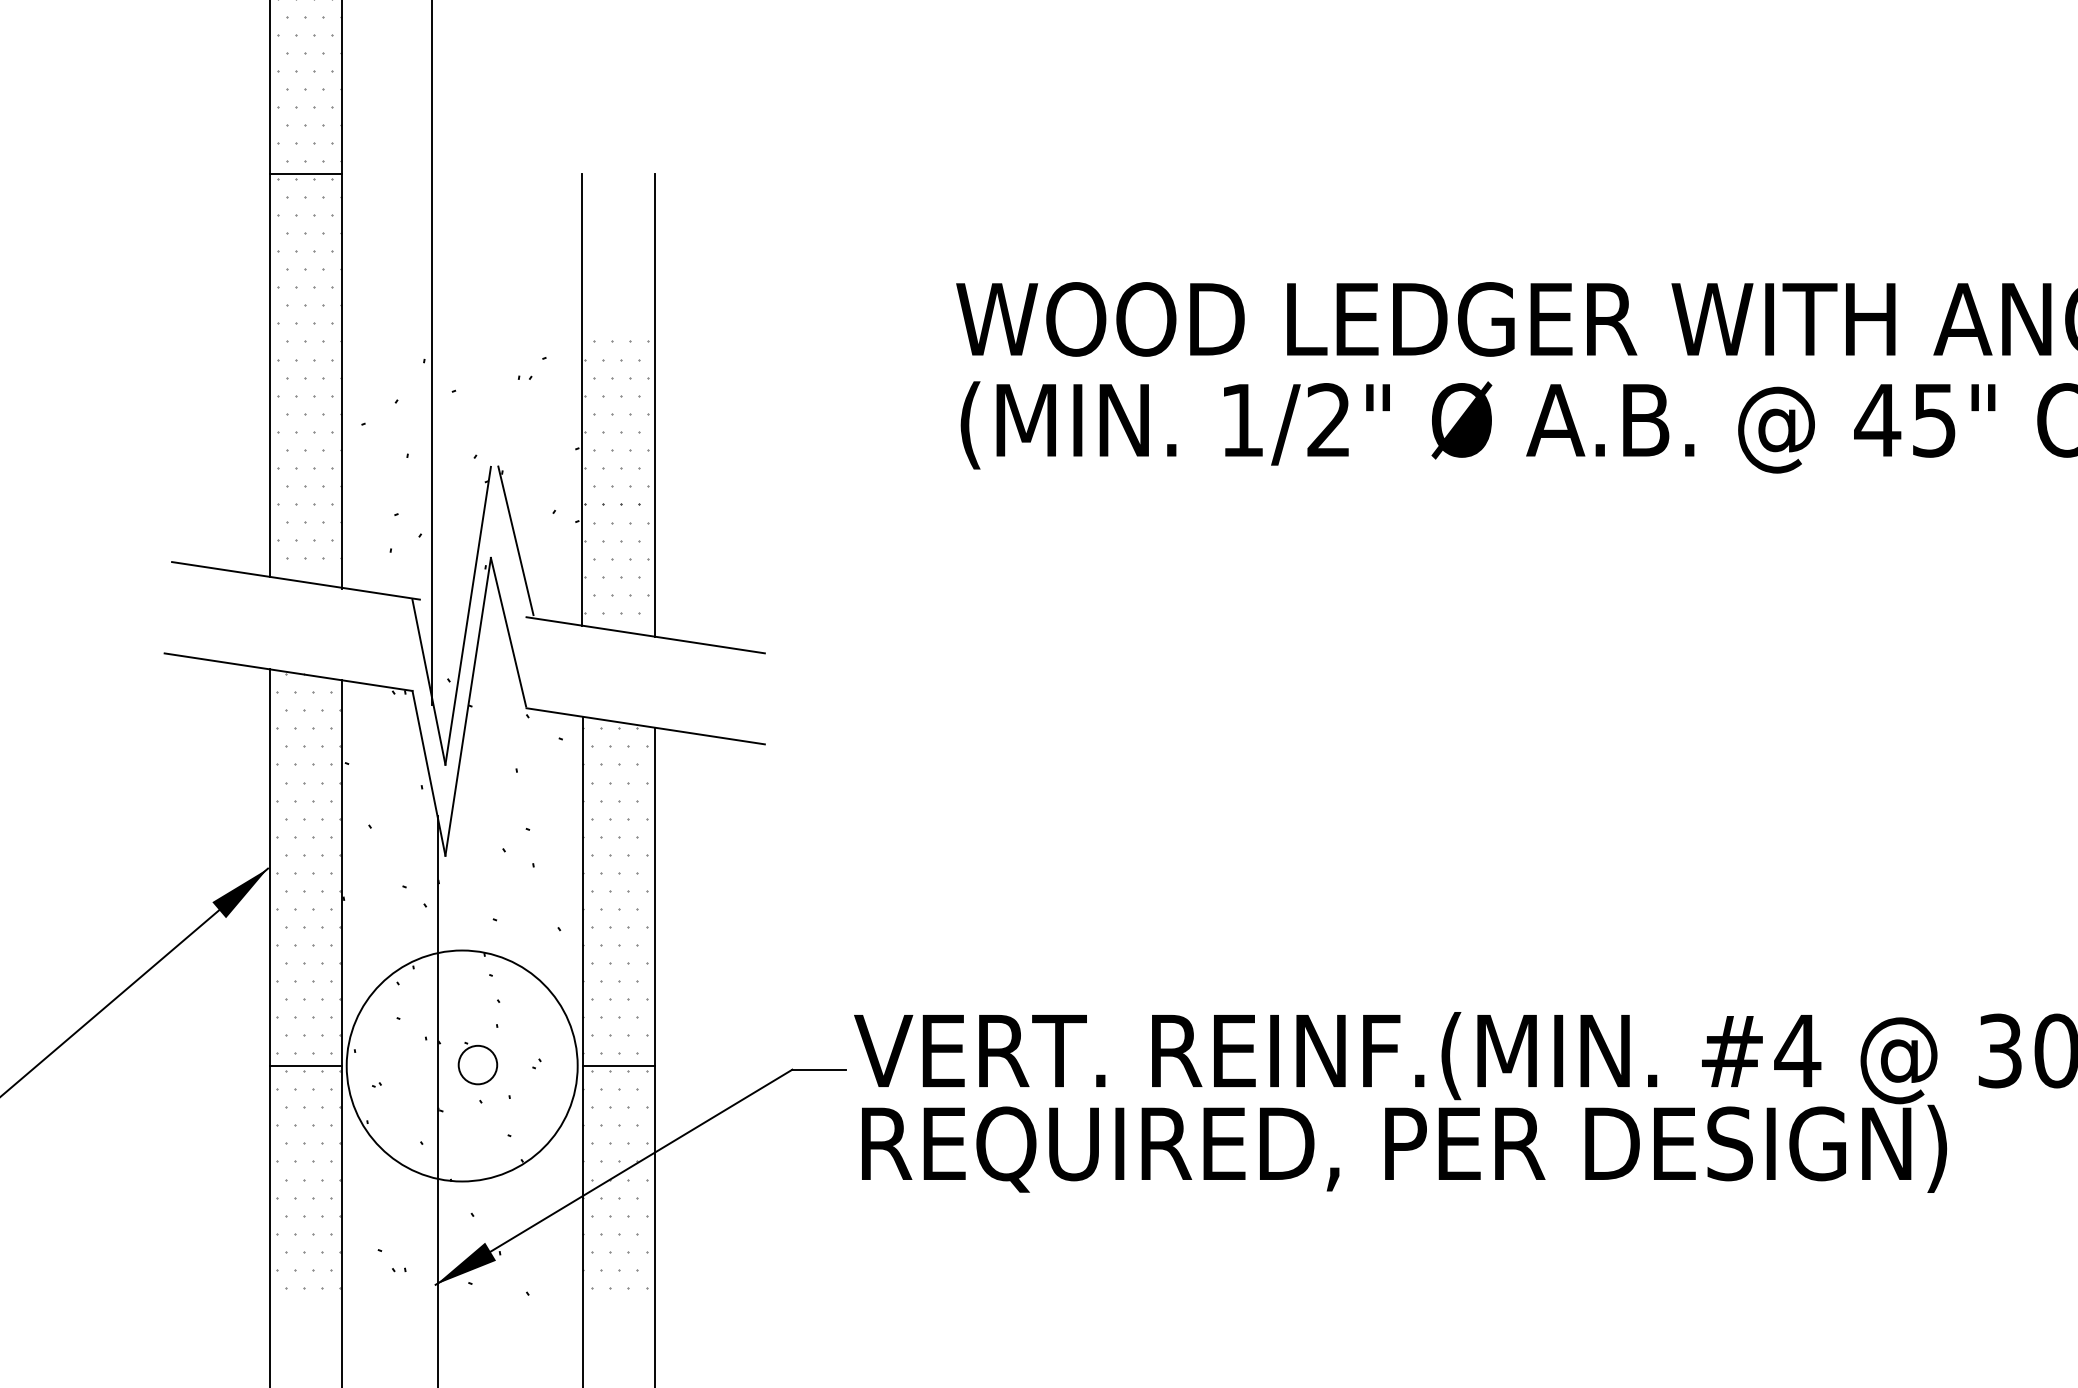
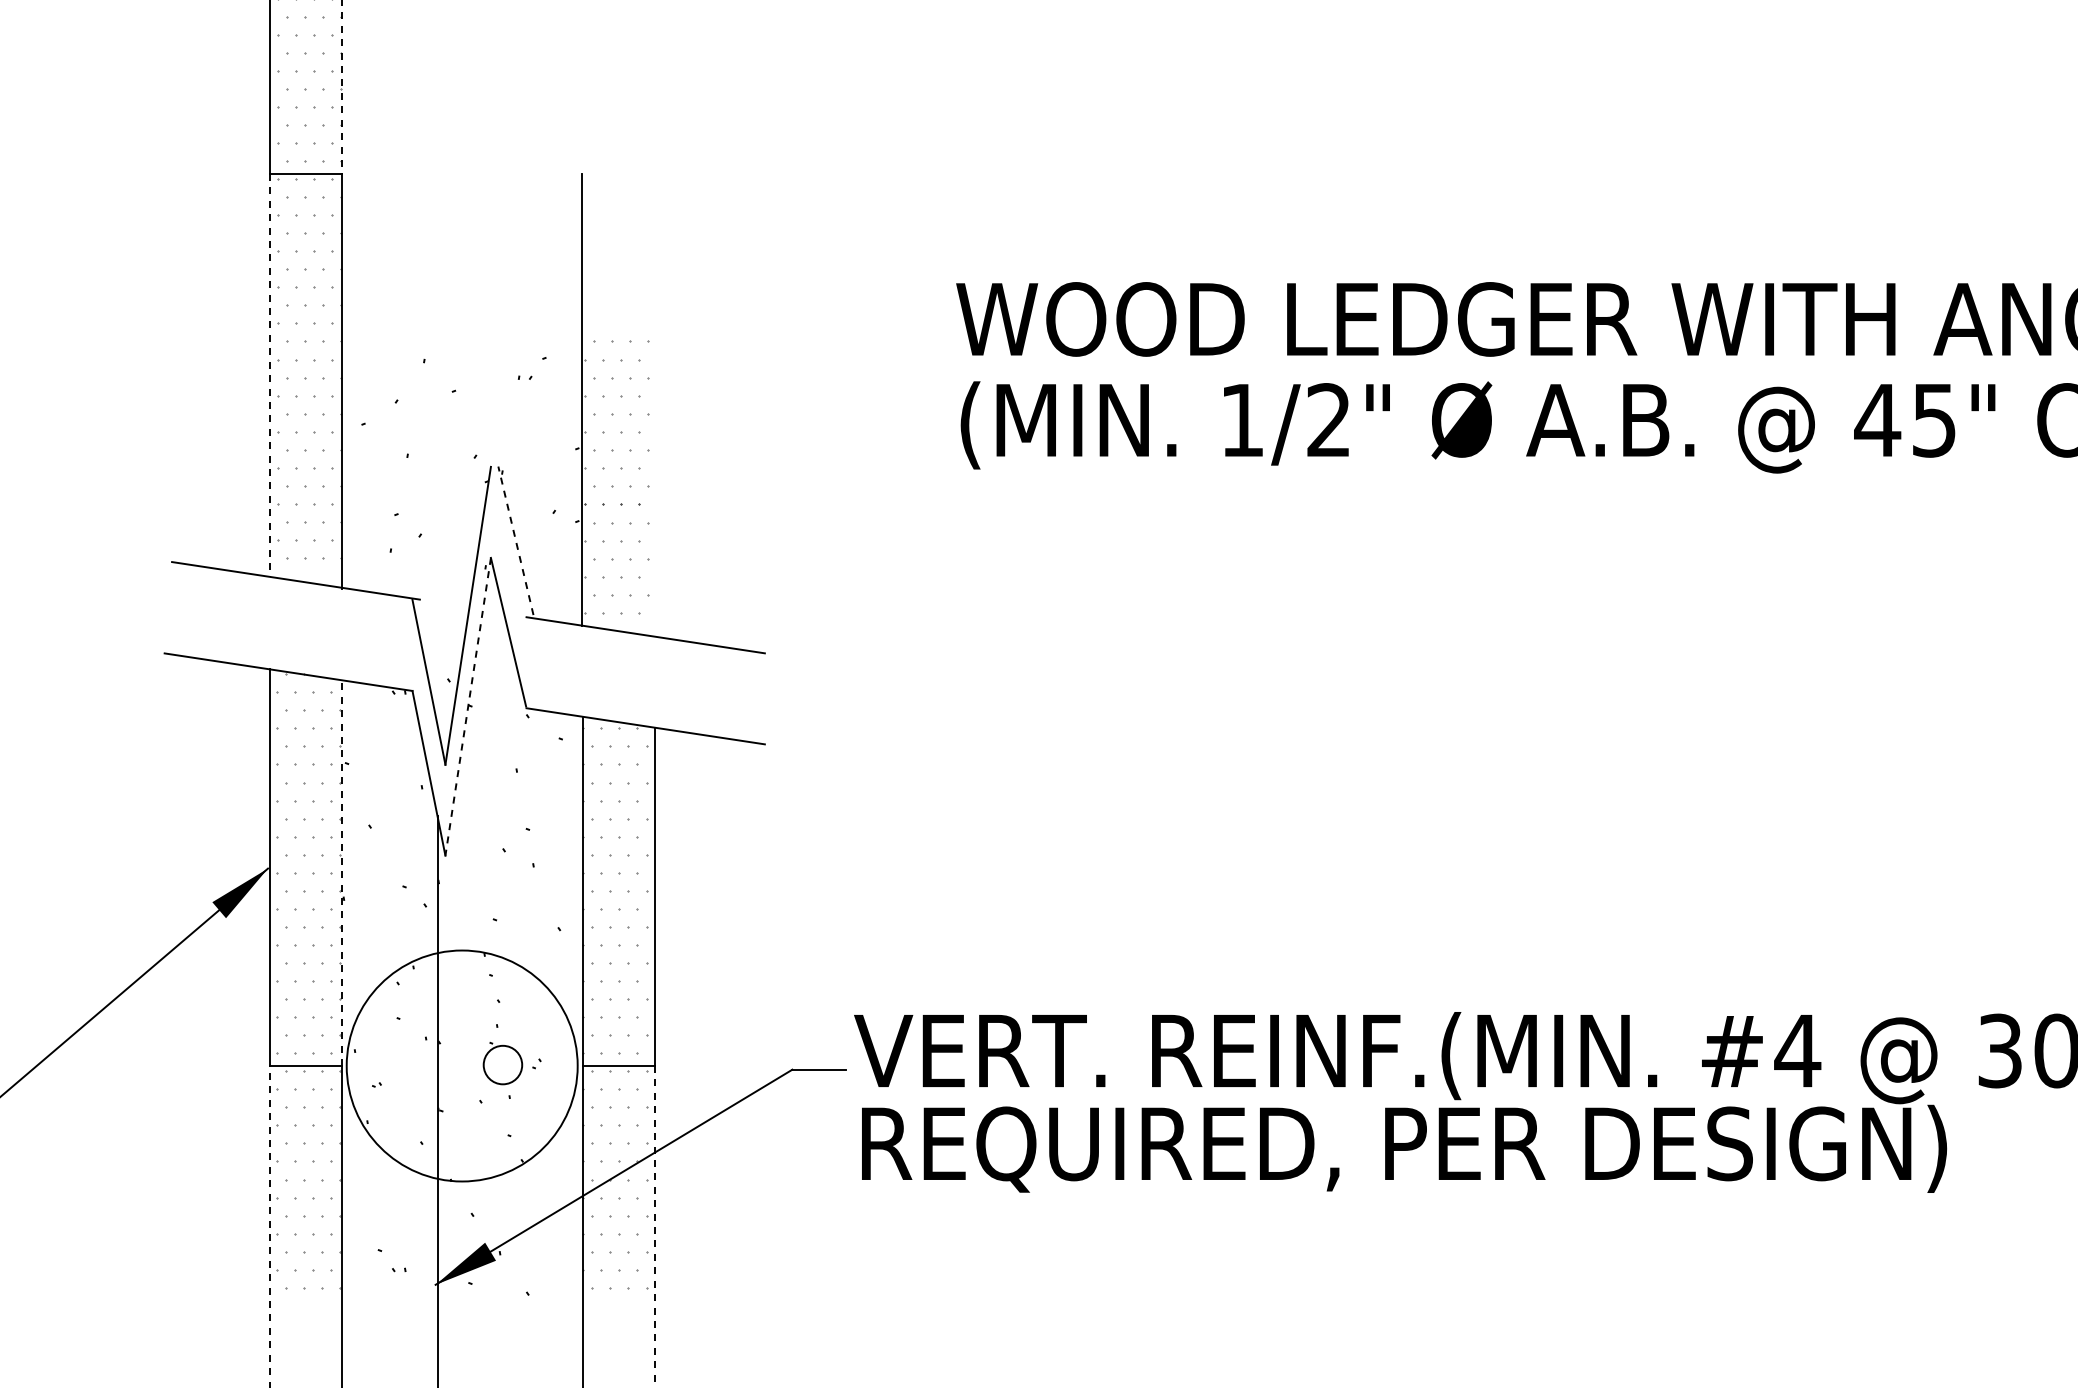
line at (341, 86): solid -> dashed
line at (432, 353): present -> none
line at (269, 375): solid -> dashed
line at (654, 404): present -> none
line at (515, 540): solid -> dashed
line at (468, 706): solid -> dashed
line at (341, 873): solid -> dashed
part at (477, 1063) position: (477, 1063) -> (502, 1063)
line at (269, 1226): solid -> dashed
line at (654, 1226): solid -> dashed
